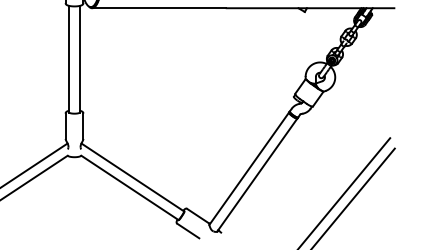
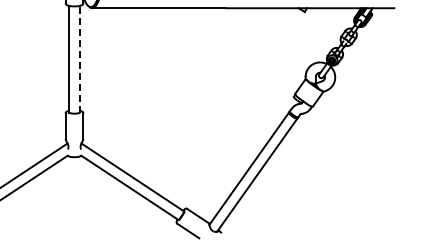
line at (79, 58): solid -> dashed
line at (345, 192): present -> none
line at (353, 197): present -> none
